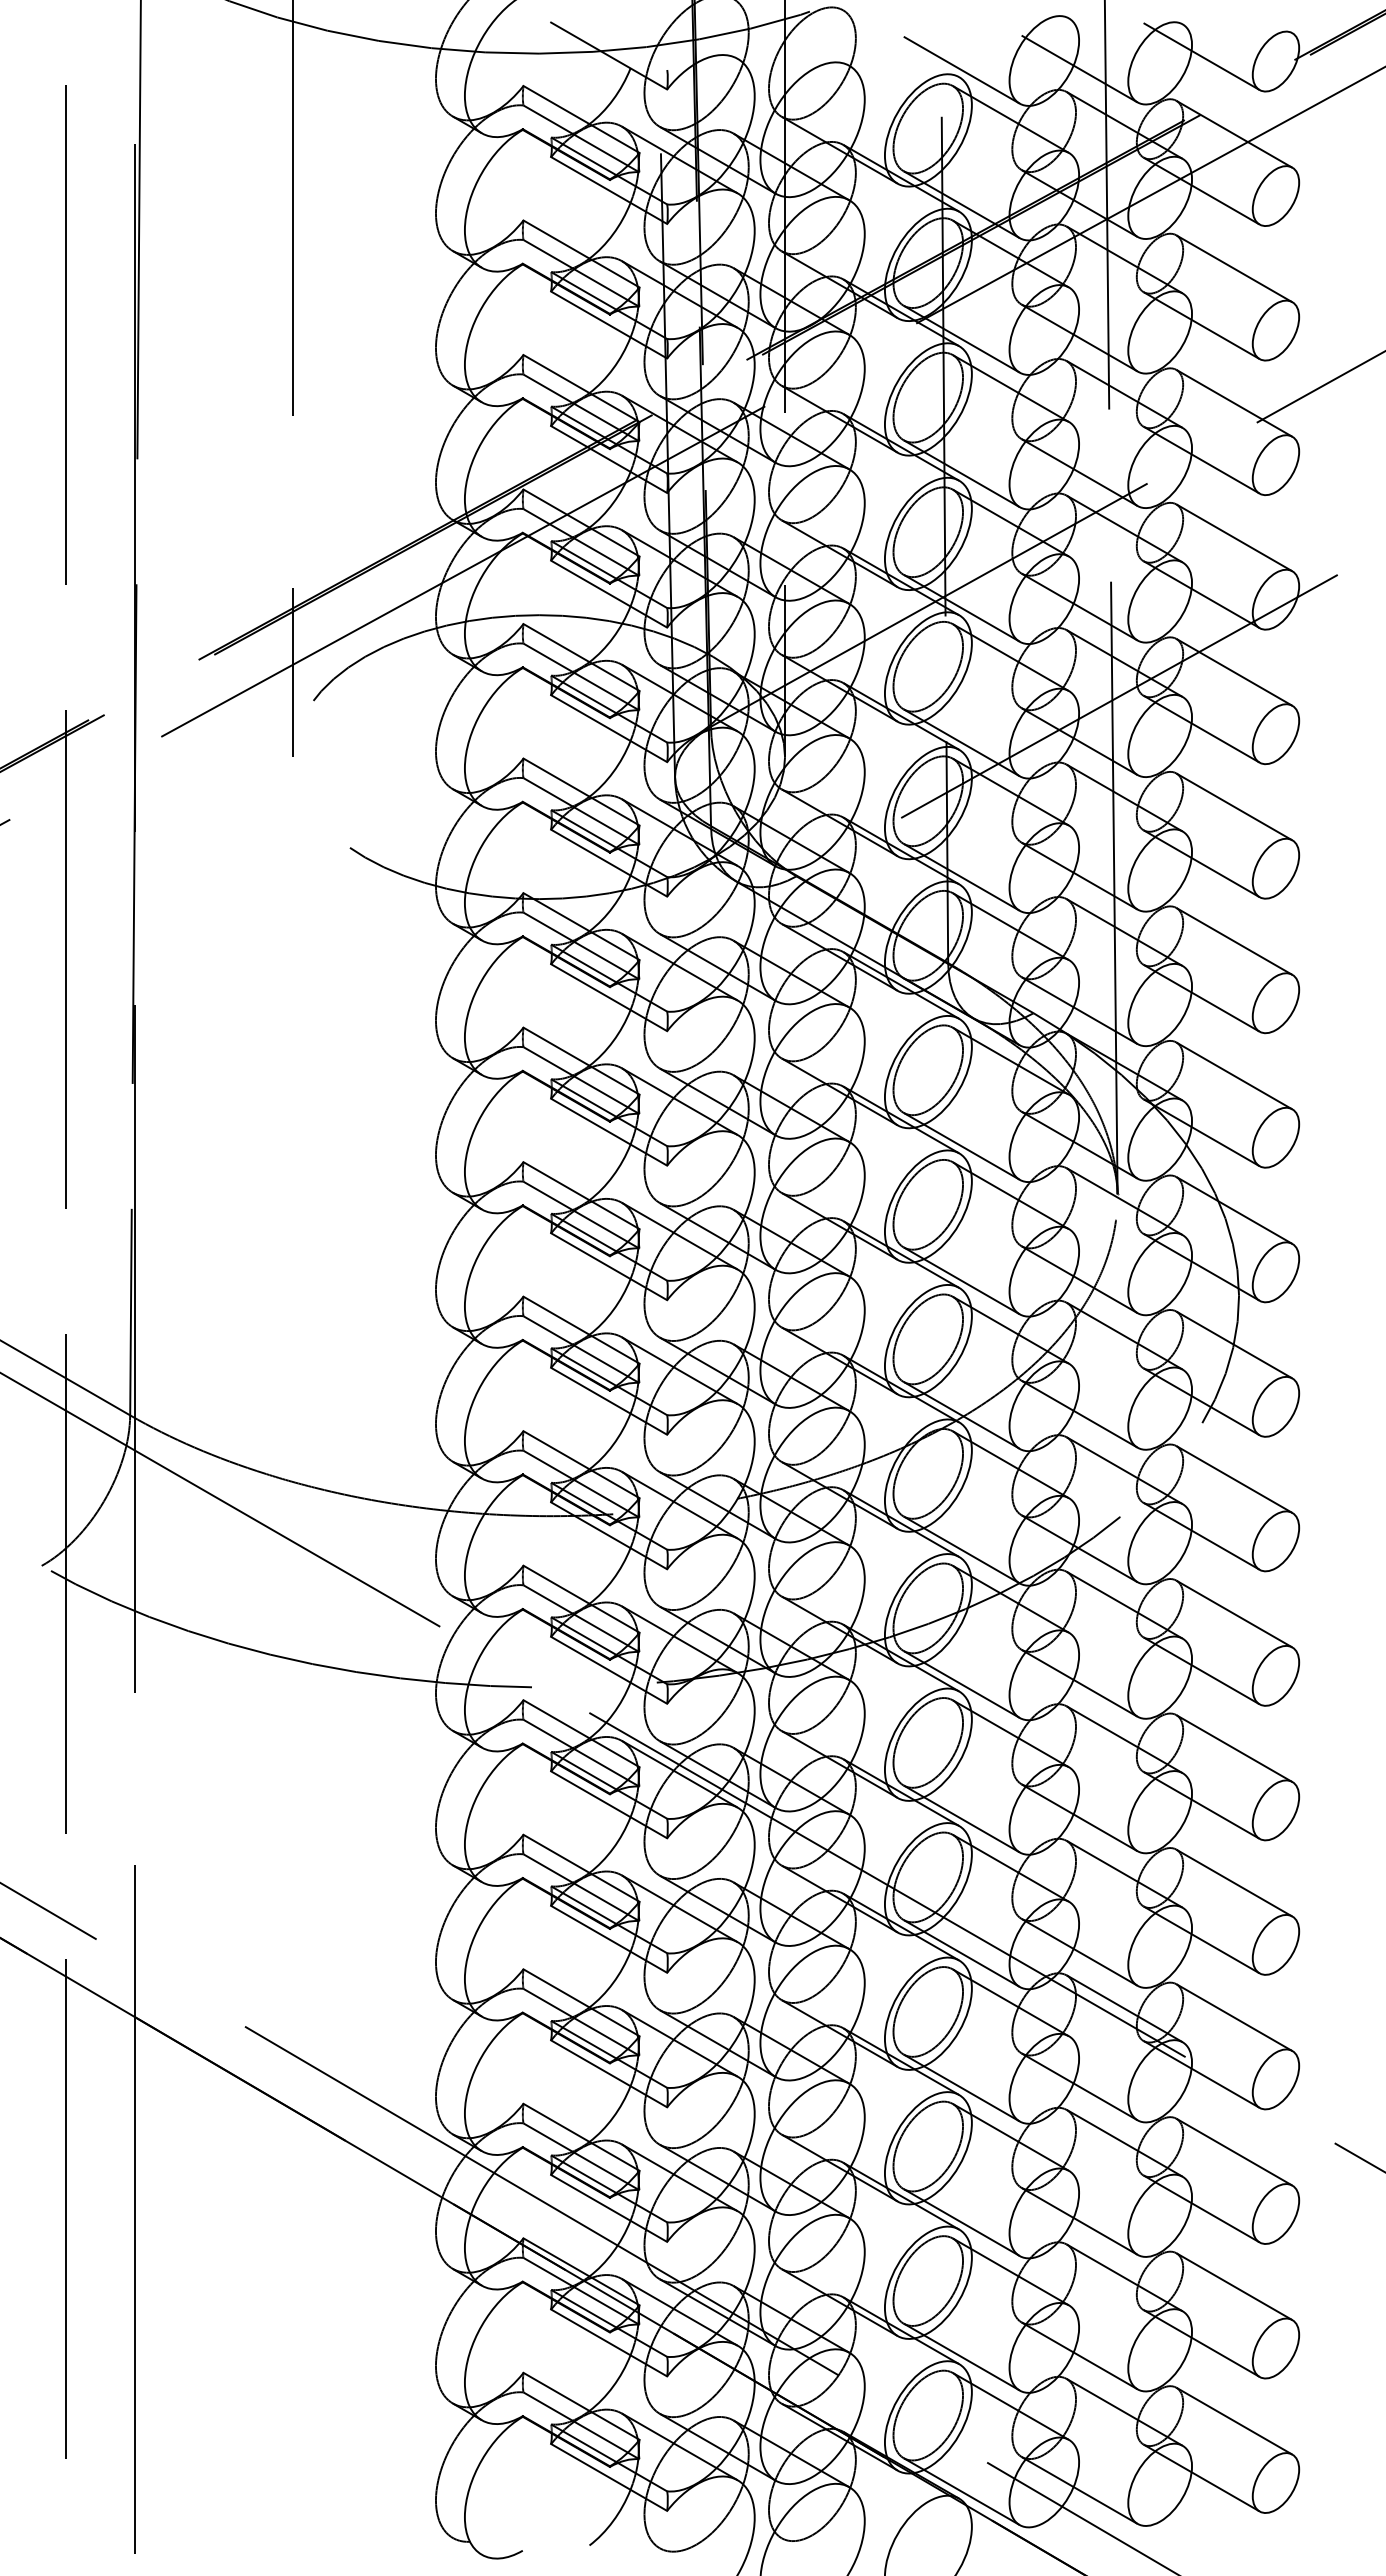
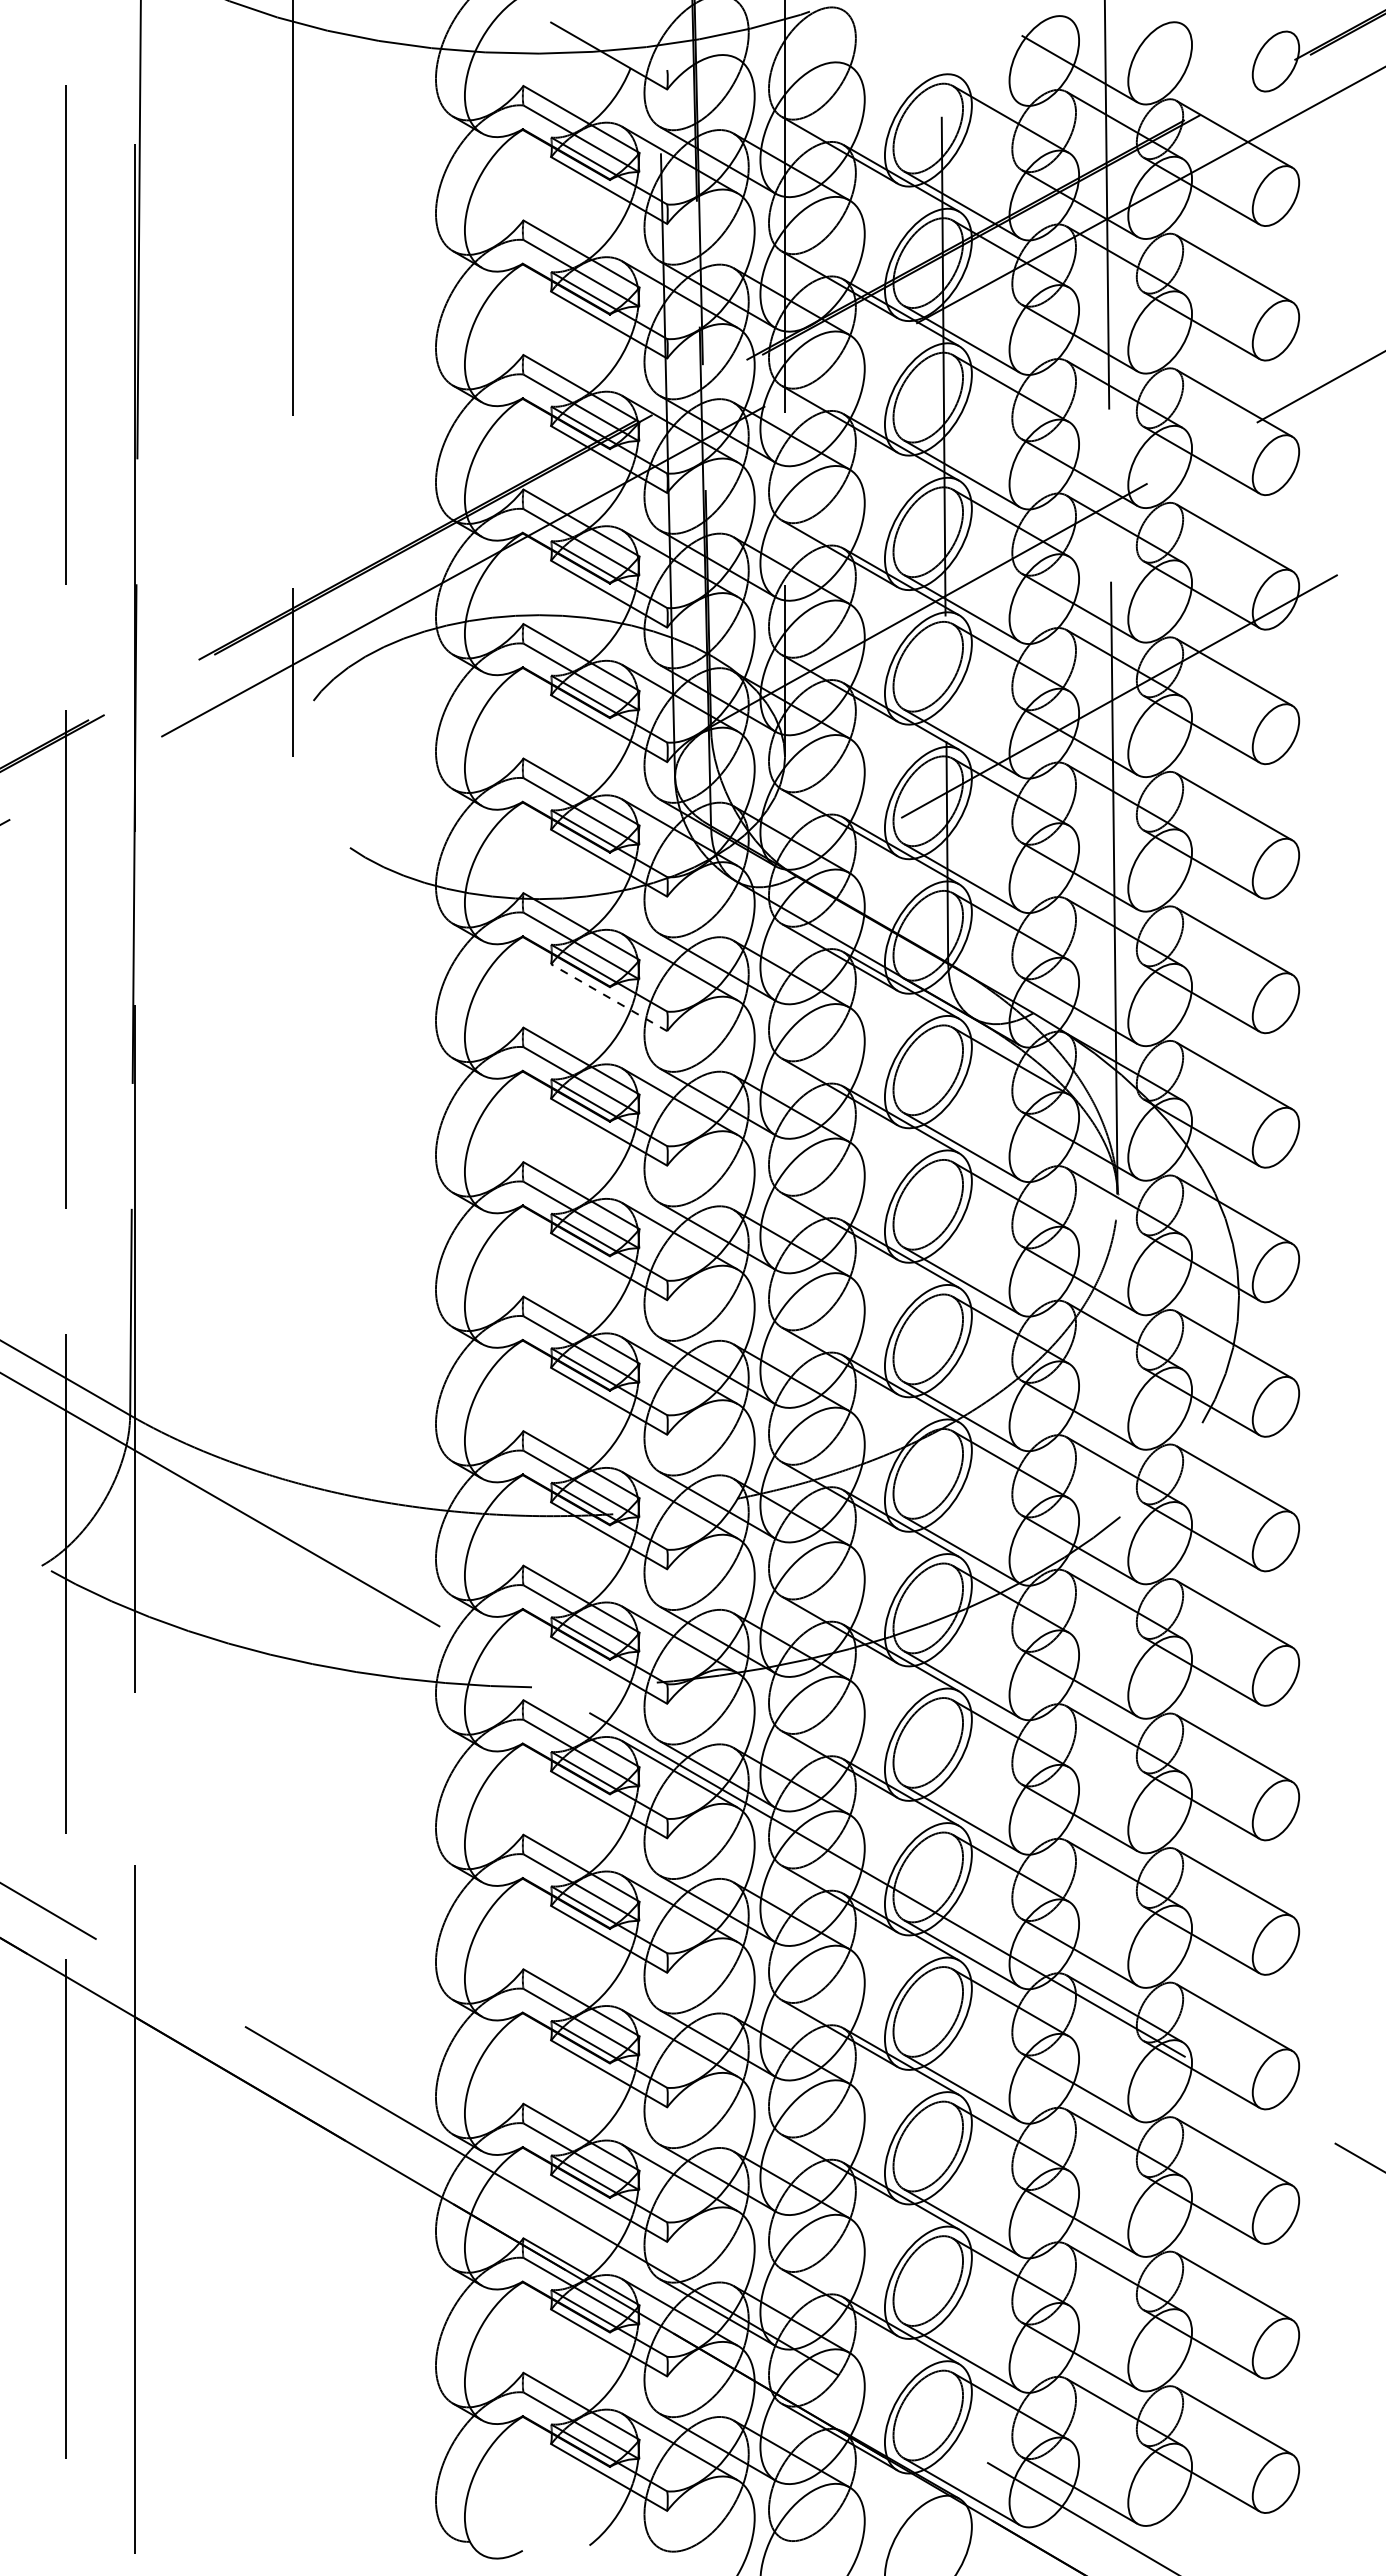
line at (1201, 56): present -> none
line at (961, 69): present -> none
line at (609, 997): solid -> dashed
